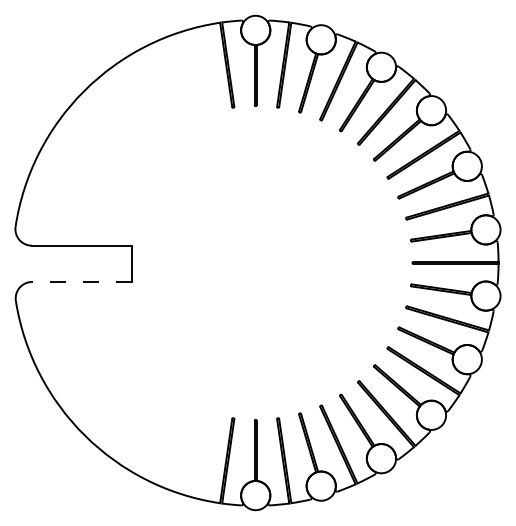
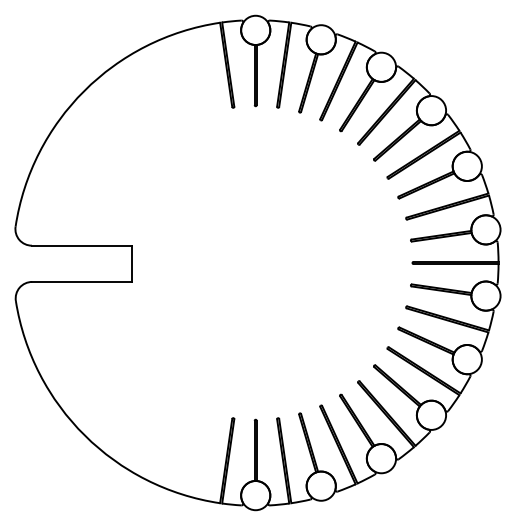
line at (82, 281): dashed -> solid
